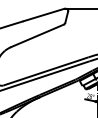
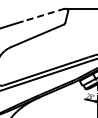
line at (44, 14): solid -> dashed
